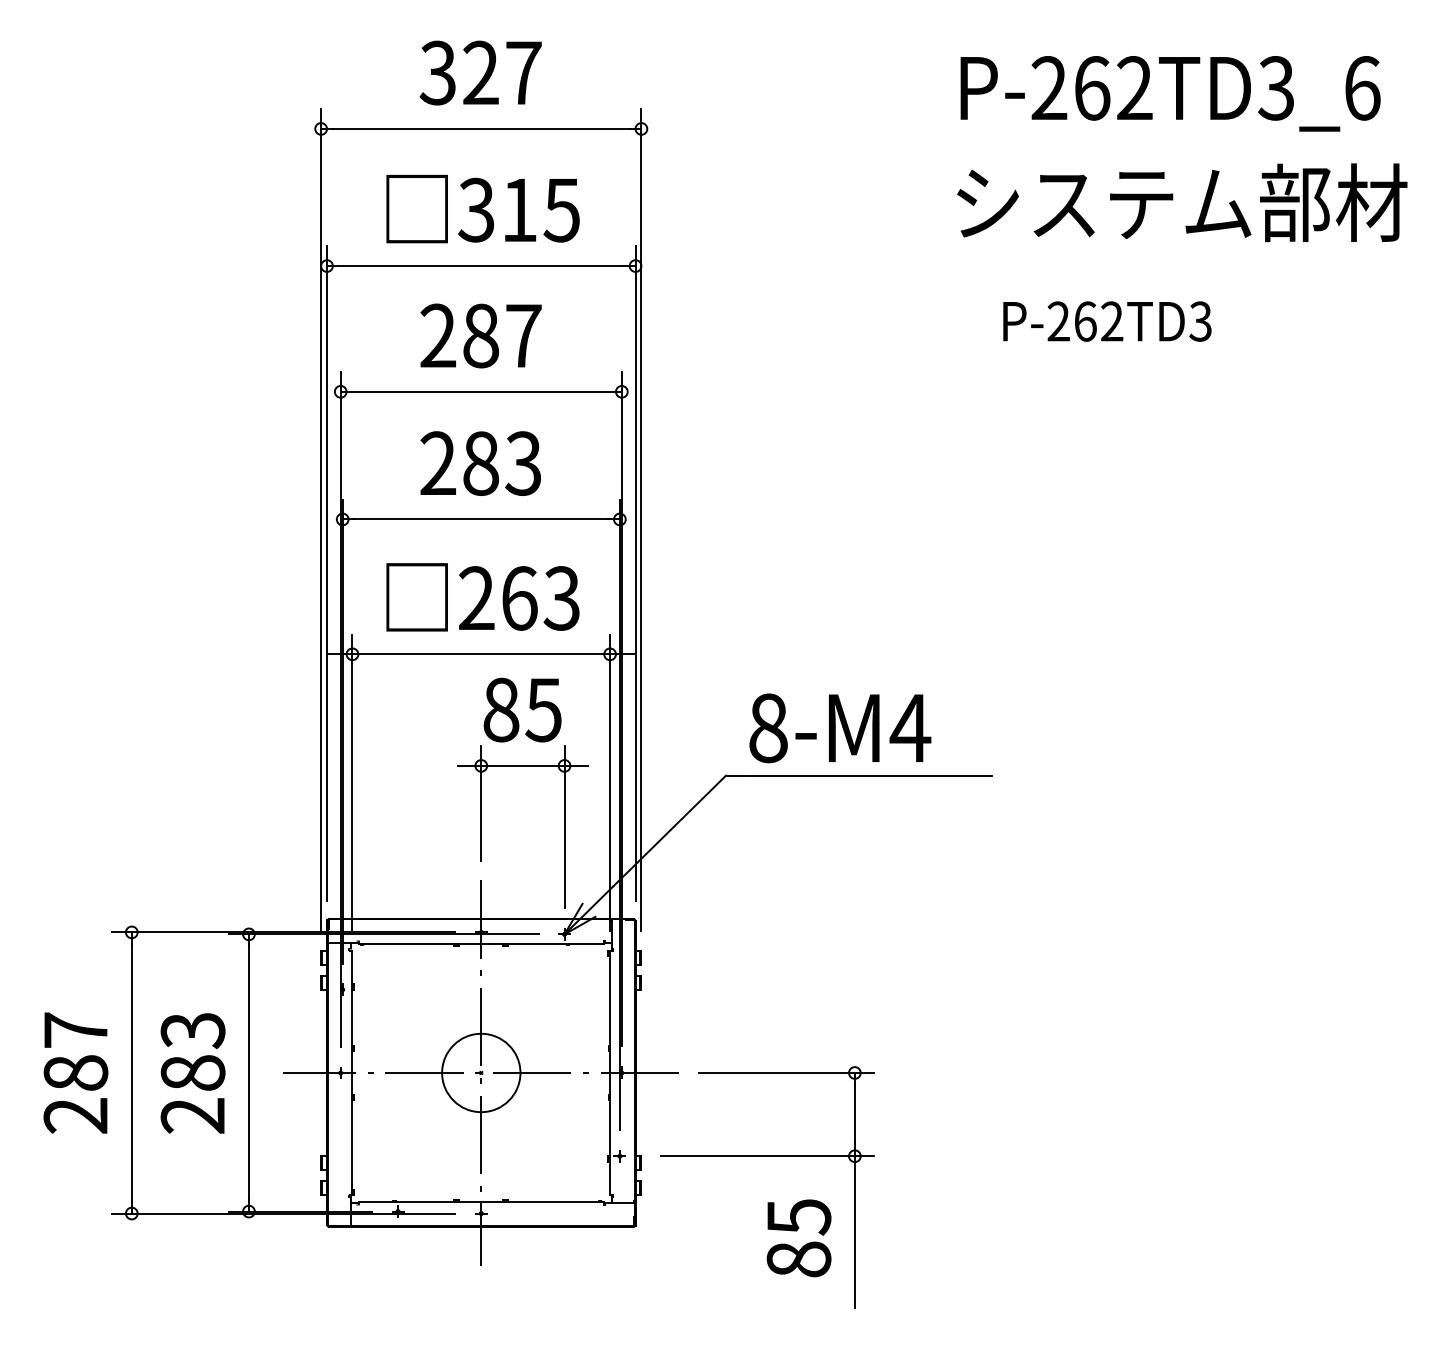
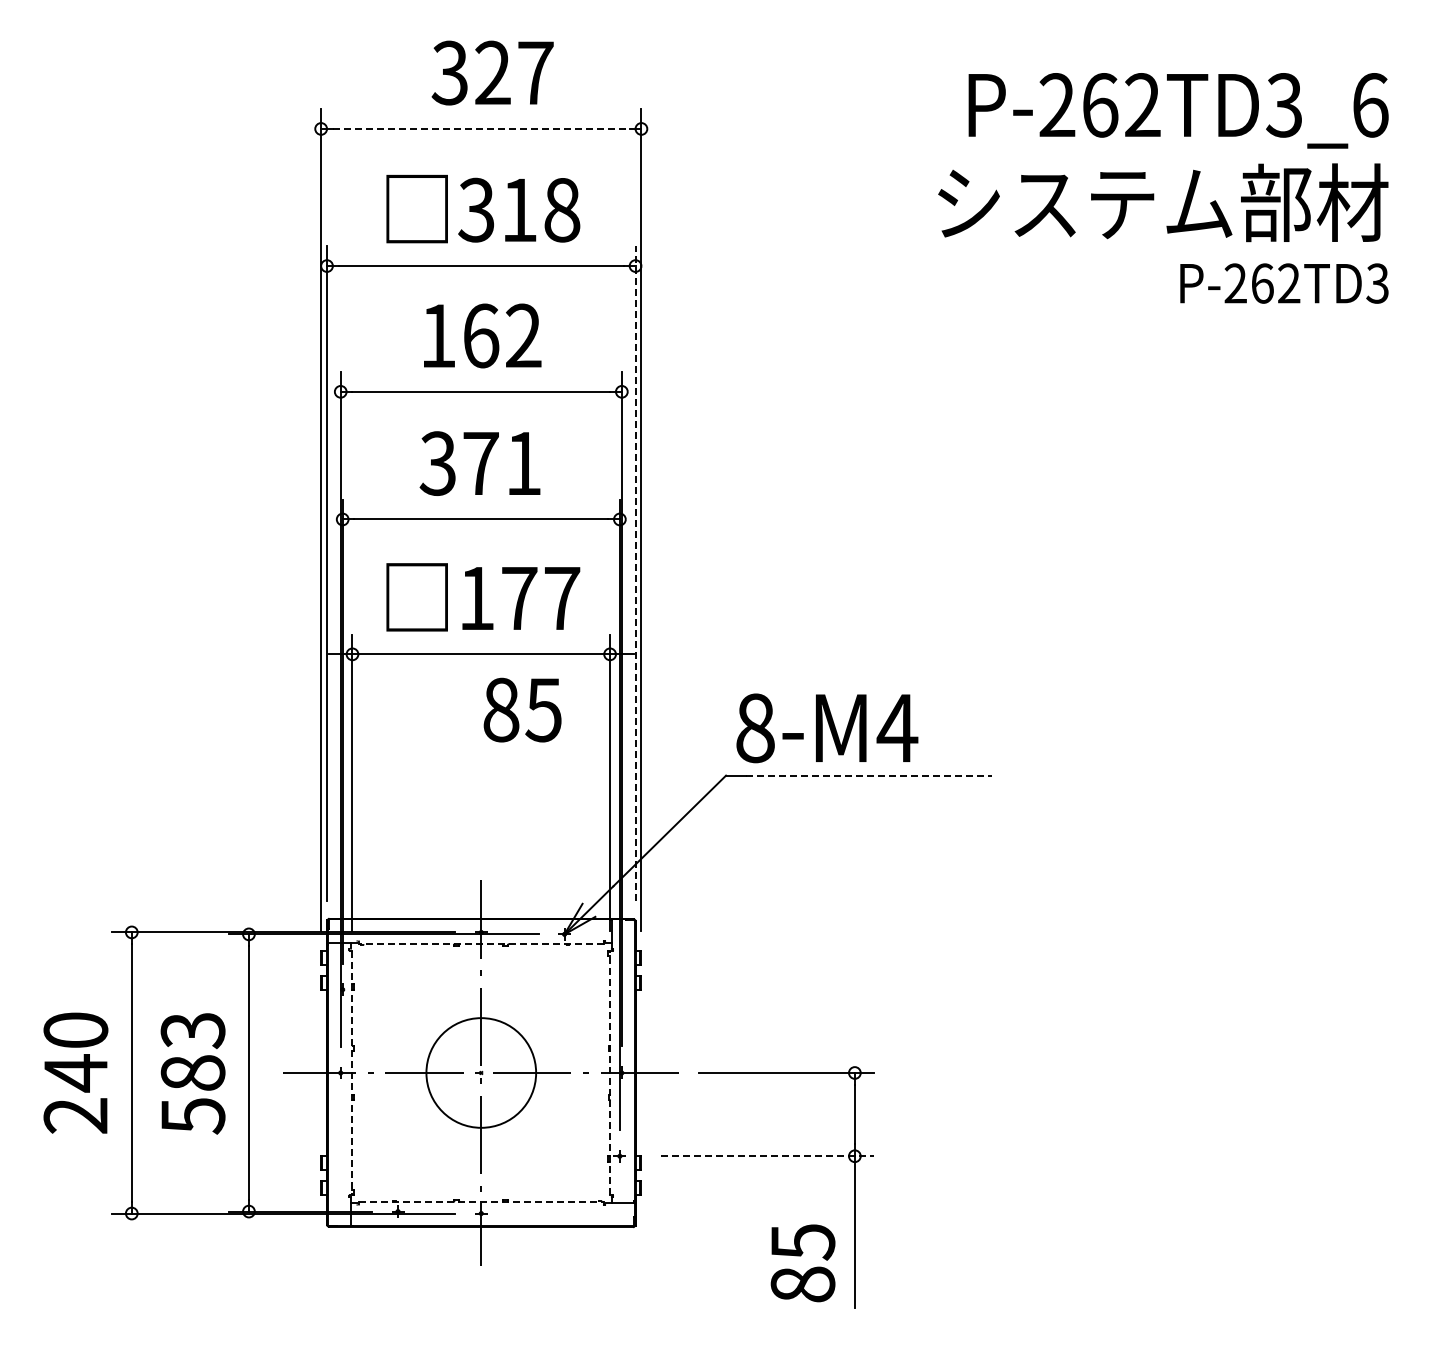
text at (480, 72) position: (480, 72) -> (492, 72)
text at (1170, 93) position: (1170, 93) -> (1178, 110)
line at (481, 128): solid -> dashed
text at (1182, 202) position: (1182, 202) -> (1163, 202)
text at (561, 210): 315 -> 318
text at (1107, 321) position: (1107, 321) -> (1284, 283)
text at (480, 335): 287 -> 162
text at (479, 463): 283 -> 371
line at (635, 573): solid -> dashed
text at (519, 598): 263 -> 177
text at (840, 728) position: (840, 728) -> (827, 728)
line at (869, 775): solid -> dashed
part at (481, 826): present -> none
line at (480, 944): solid -> dashed
text at (75, 1052): 287 -> 240
circle at (481, 1072) diameter: 78 px -> 110 px
line at (610, 1072): solid -> dashed
line at (352, 1073): solid -> dashed
text at (192, 1116): 283 -> 583
line at (767, 1156): solid -> dashed
line at (481, 1201): solid -> dashed
text at (798, 1238) position: (798, 1238) -> (802, 1263)
